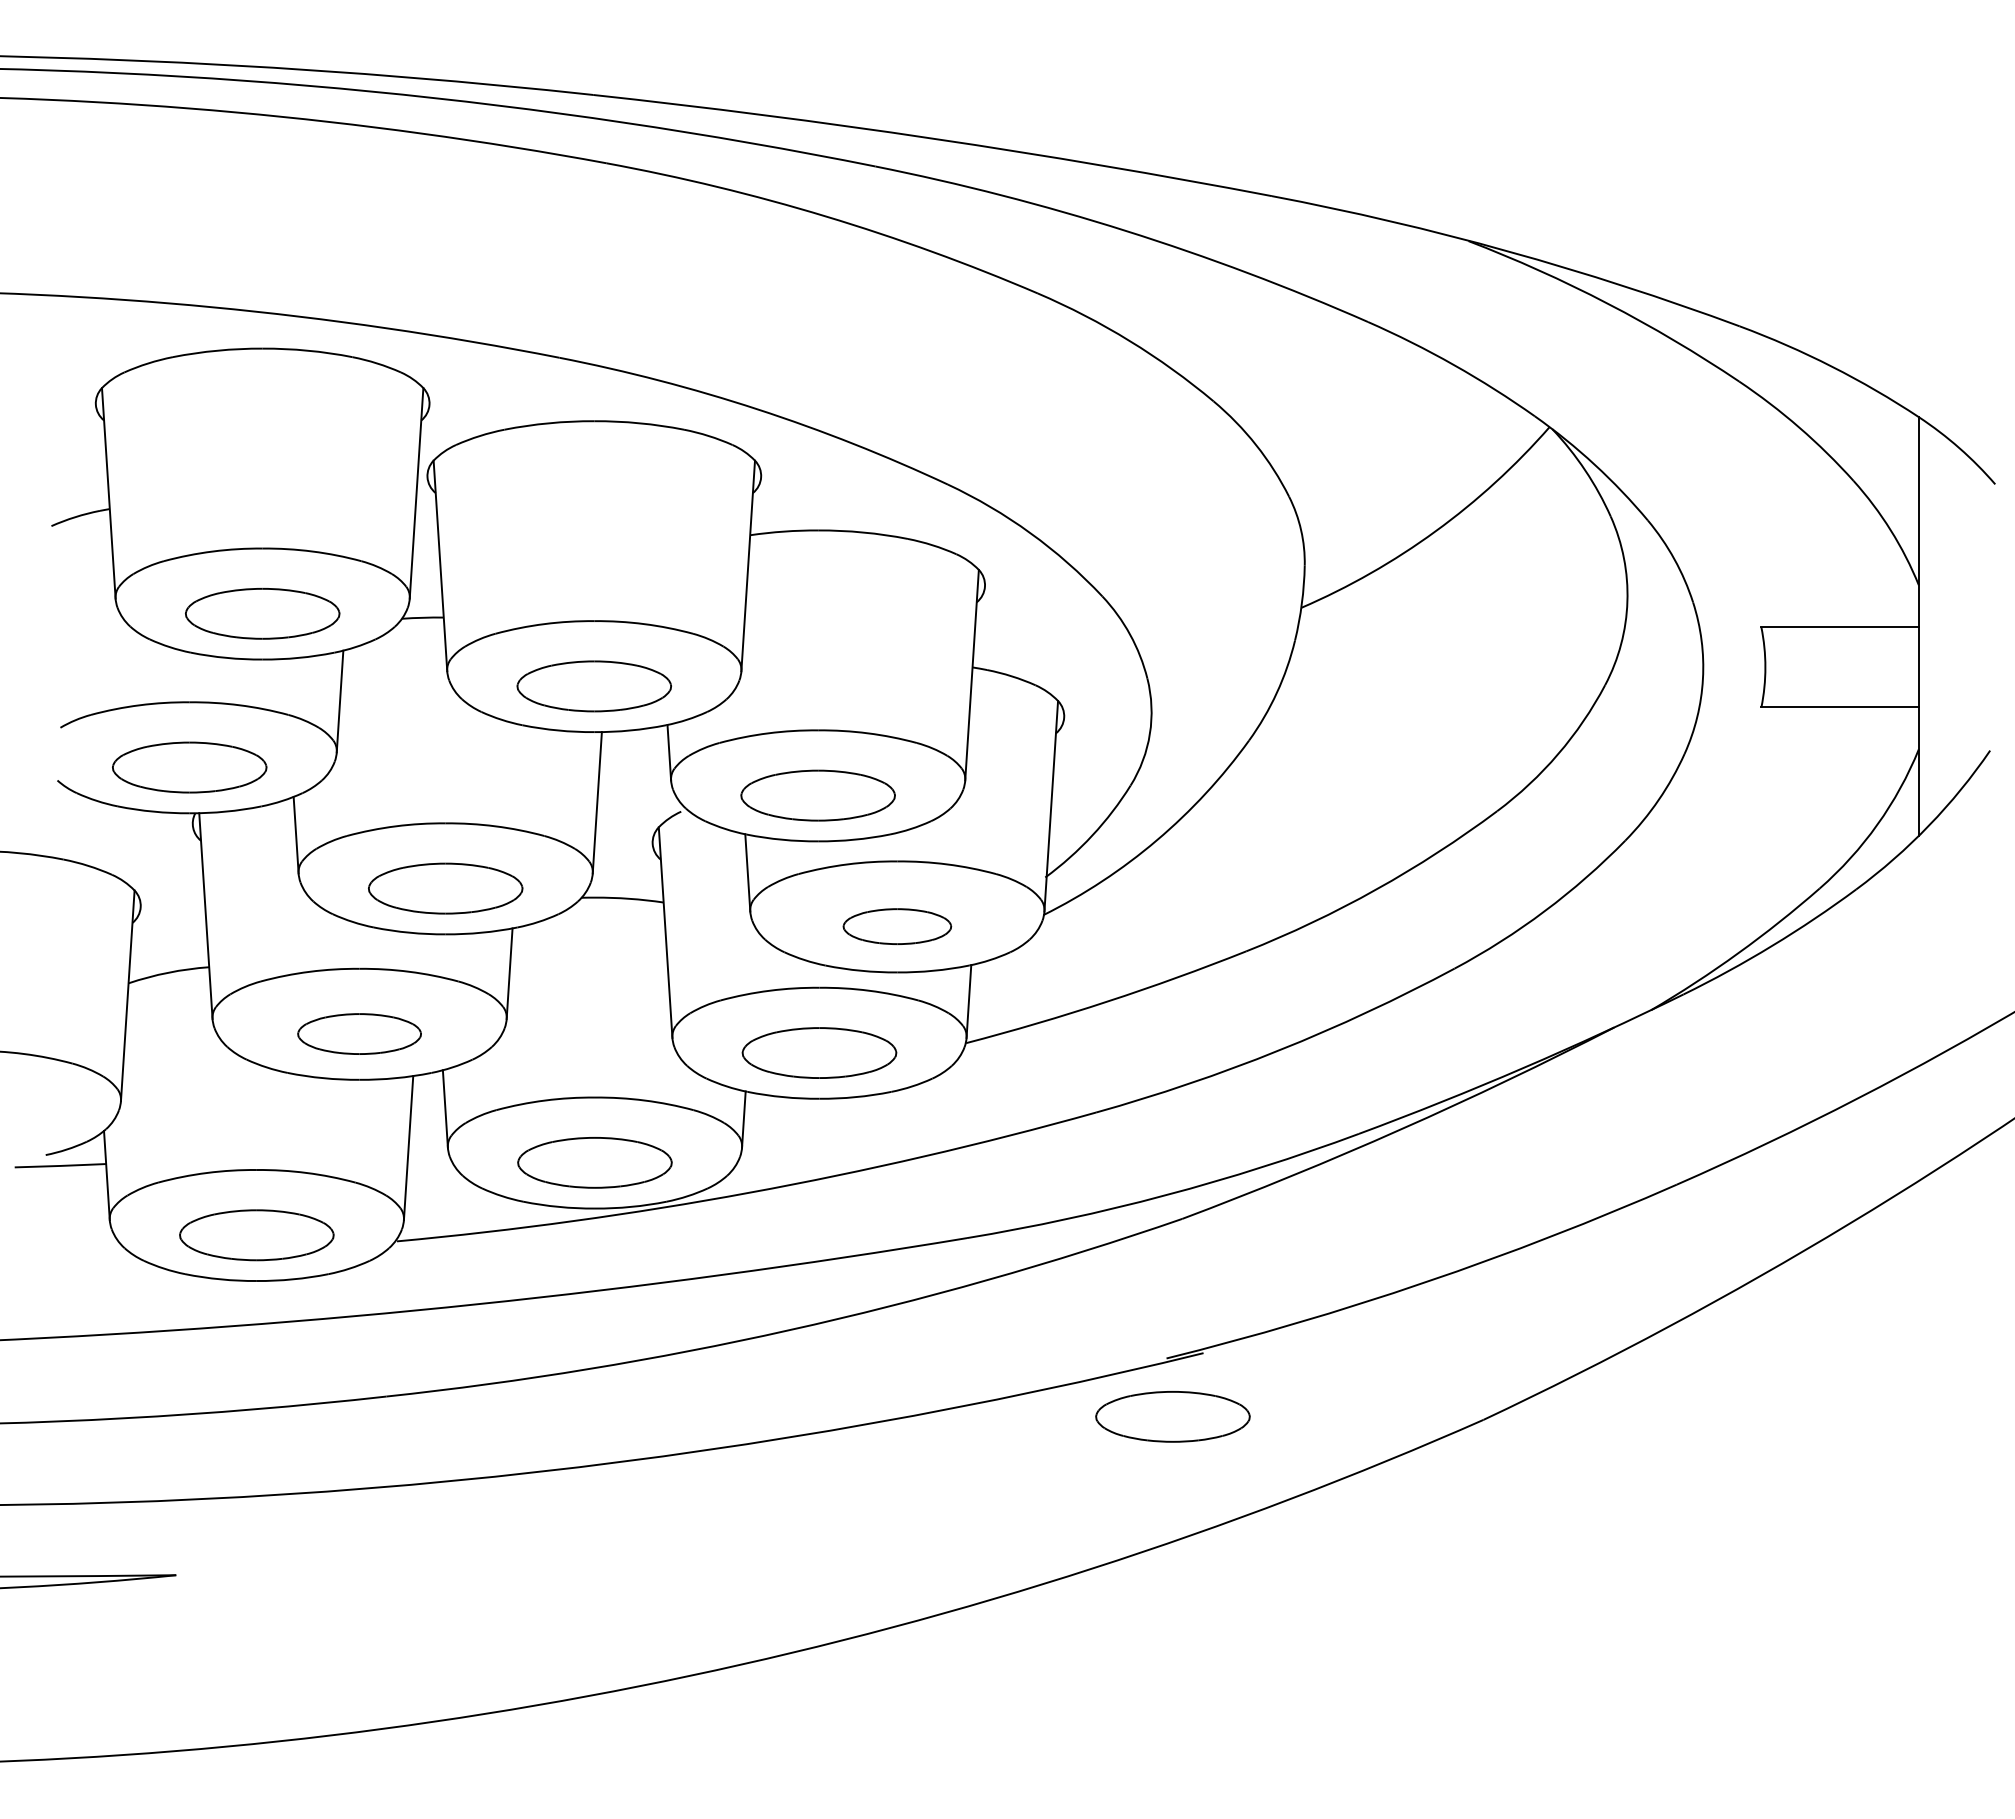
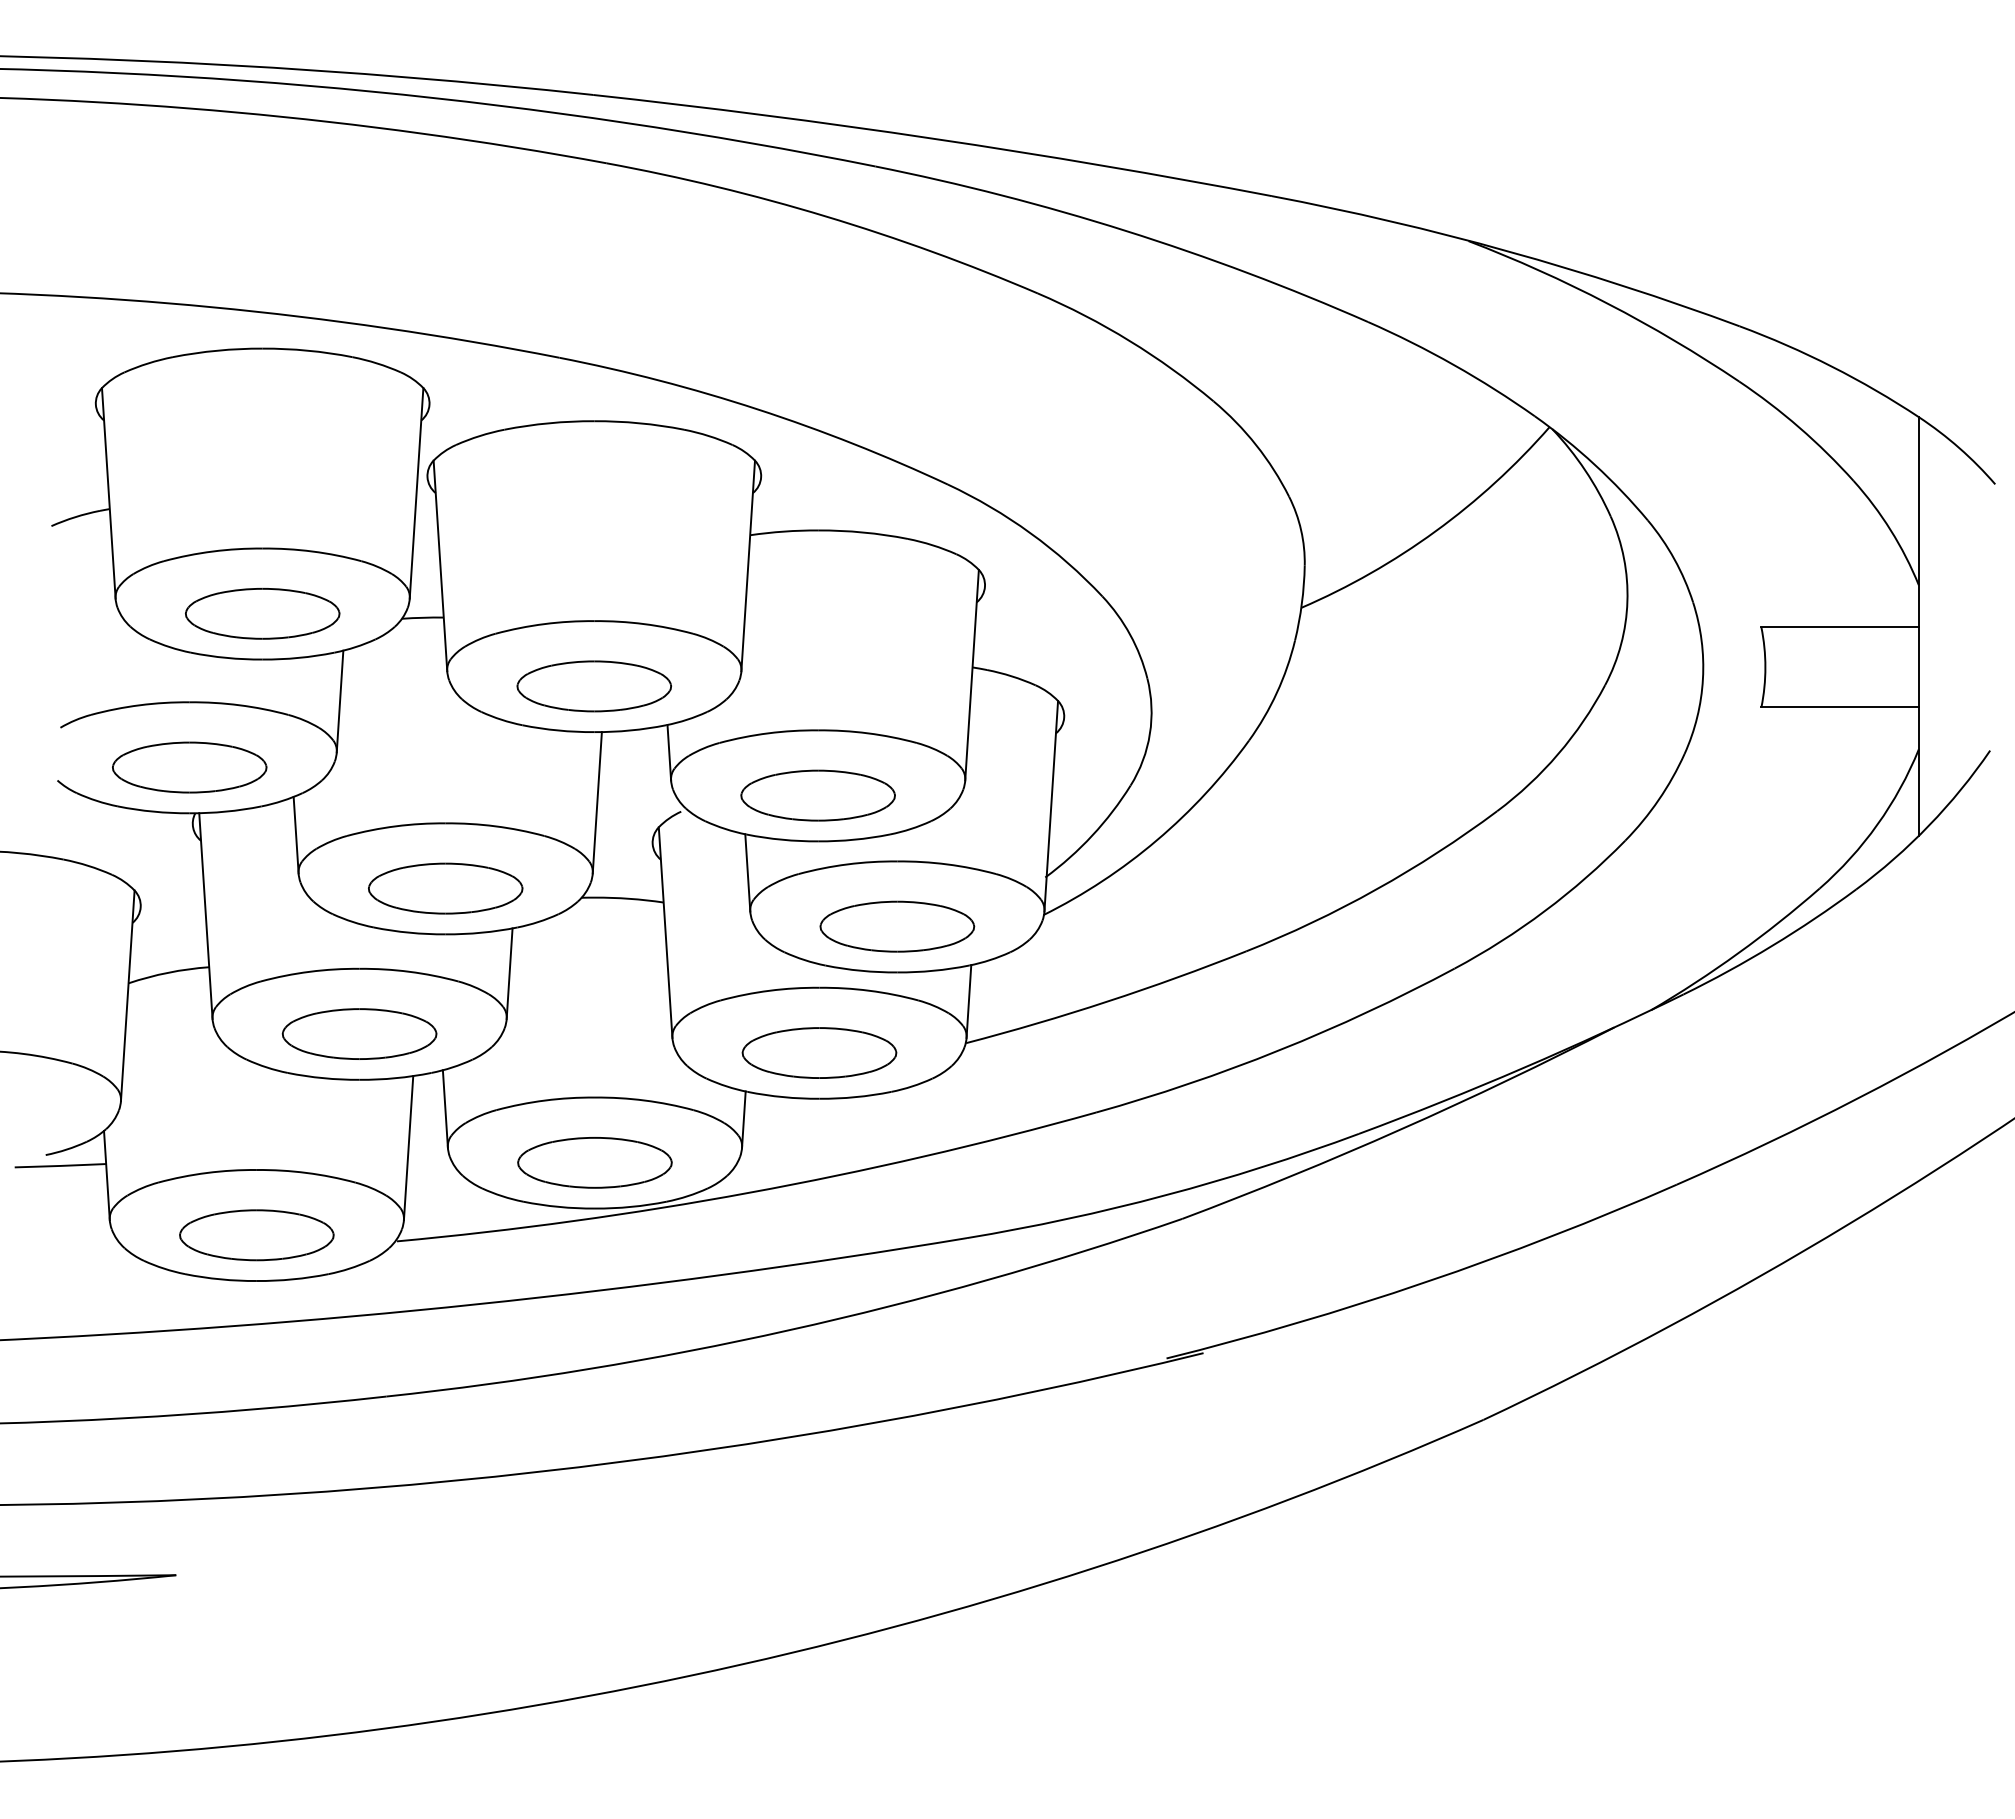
part at (897, 926) size: 111x37 px -> 157x53 px
part at (359, 1033) size: 125x42 px -> 157x52 px
part at (1172, 1416): present -> none
